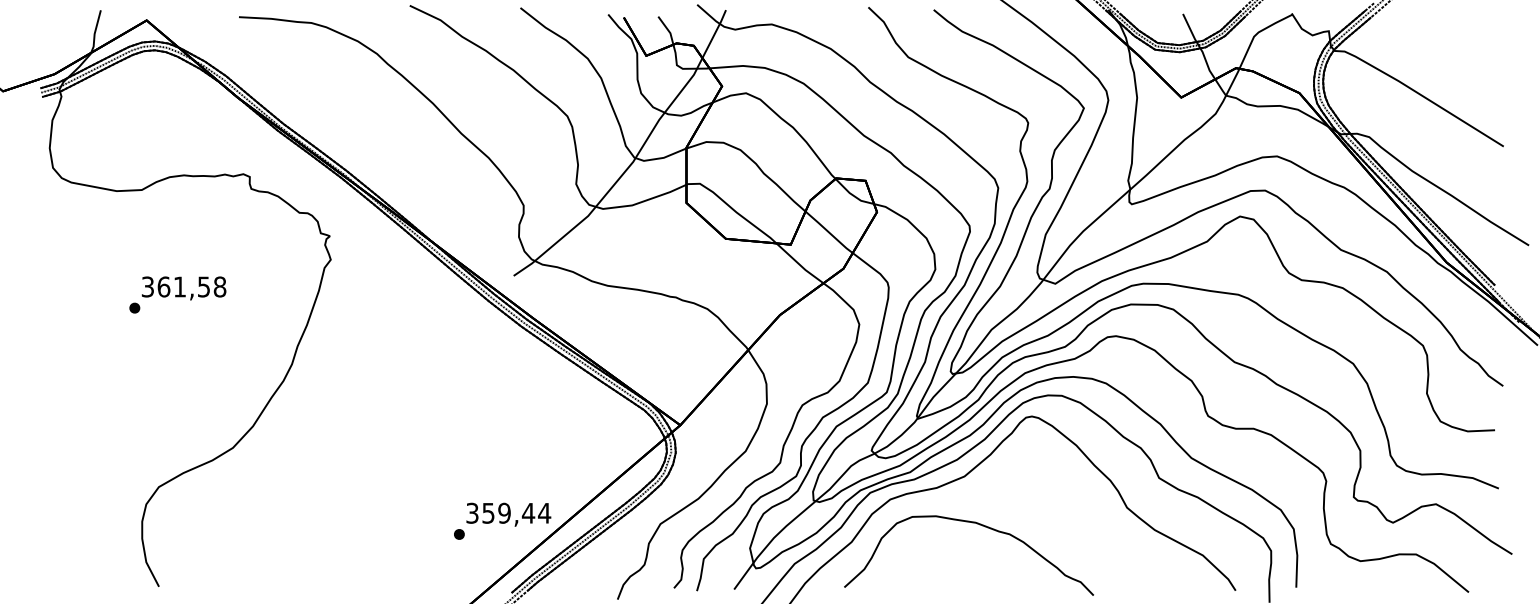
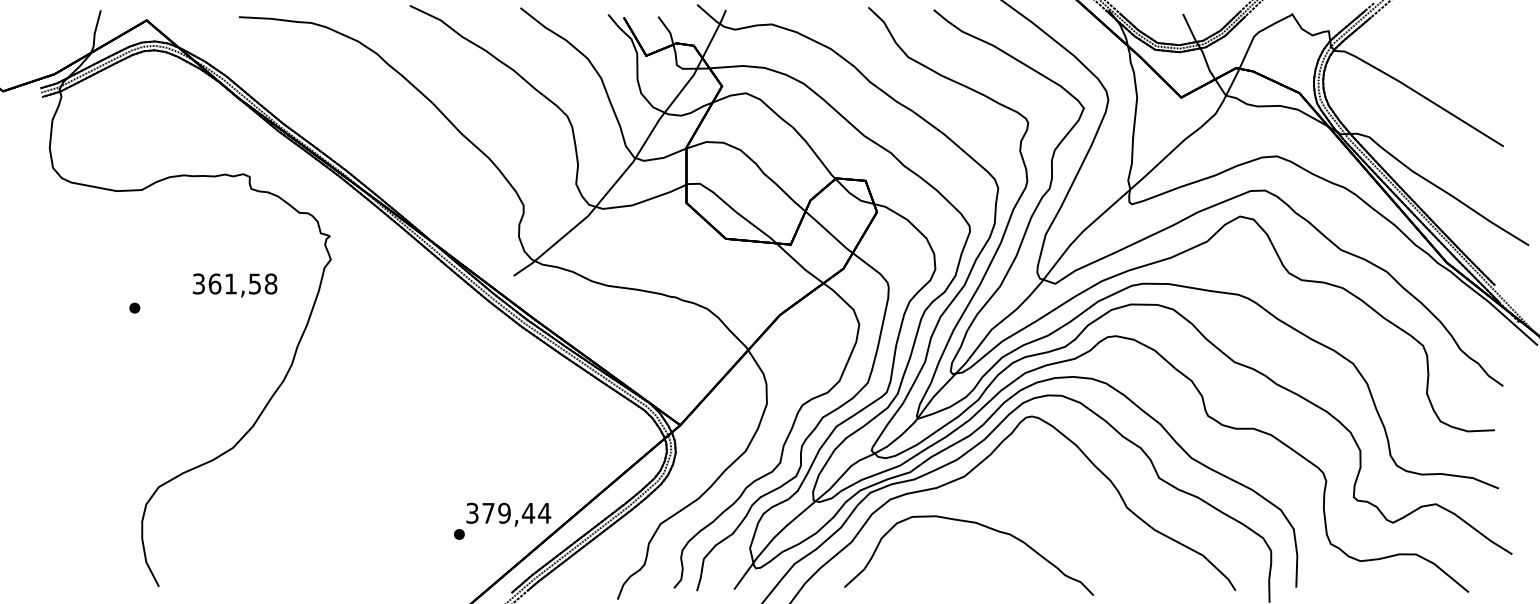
text at (184, 288) position: (184, 288) -> (235, 285)
text at (488, 513): 359,44 -> 379,44
